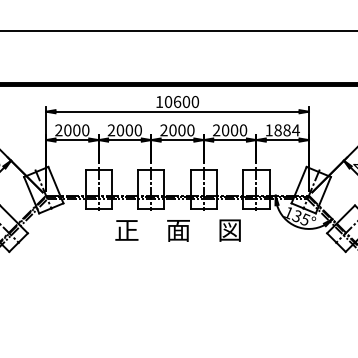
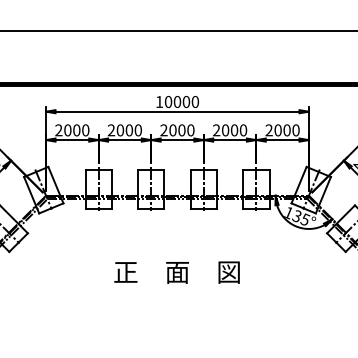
text at (177, 101): 10600 -> 10000
text at (282, 130): 1884 -> 2000
text at (177, 230) position: (177, 230) -> (176, 272)
